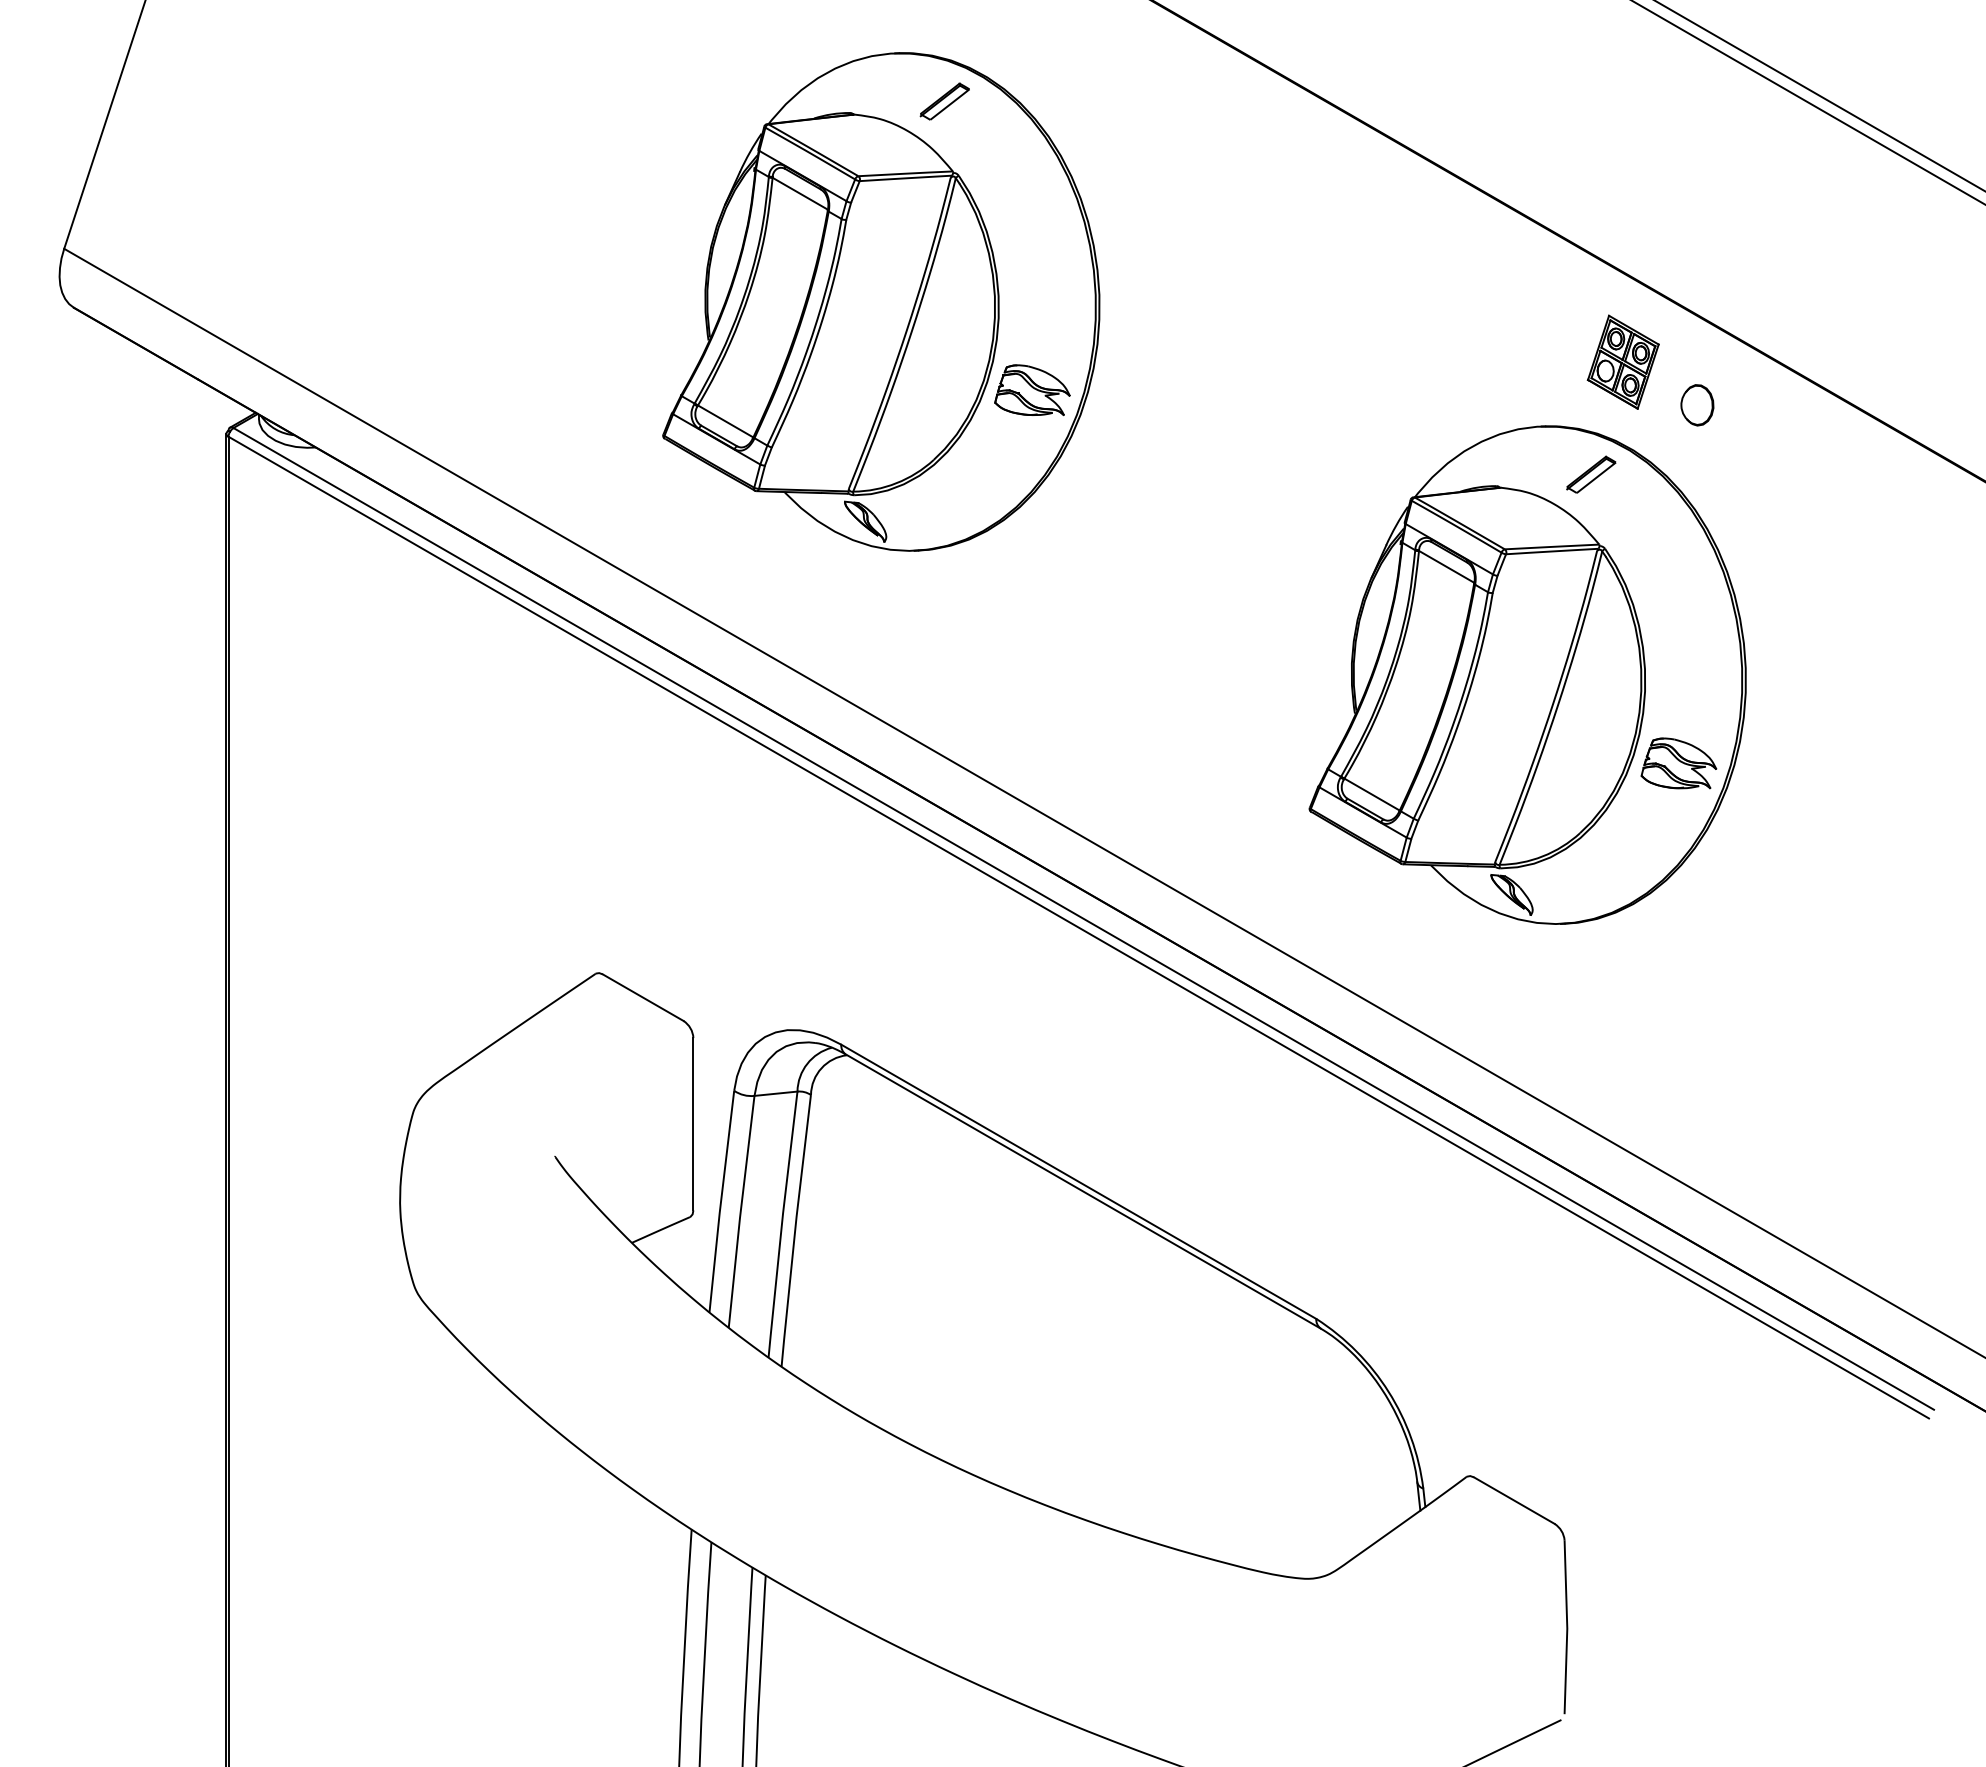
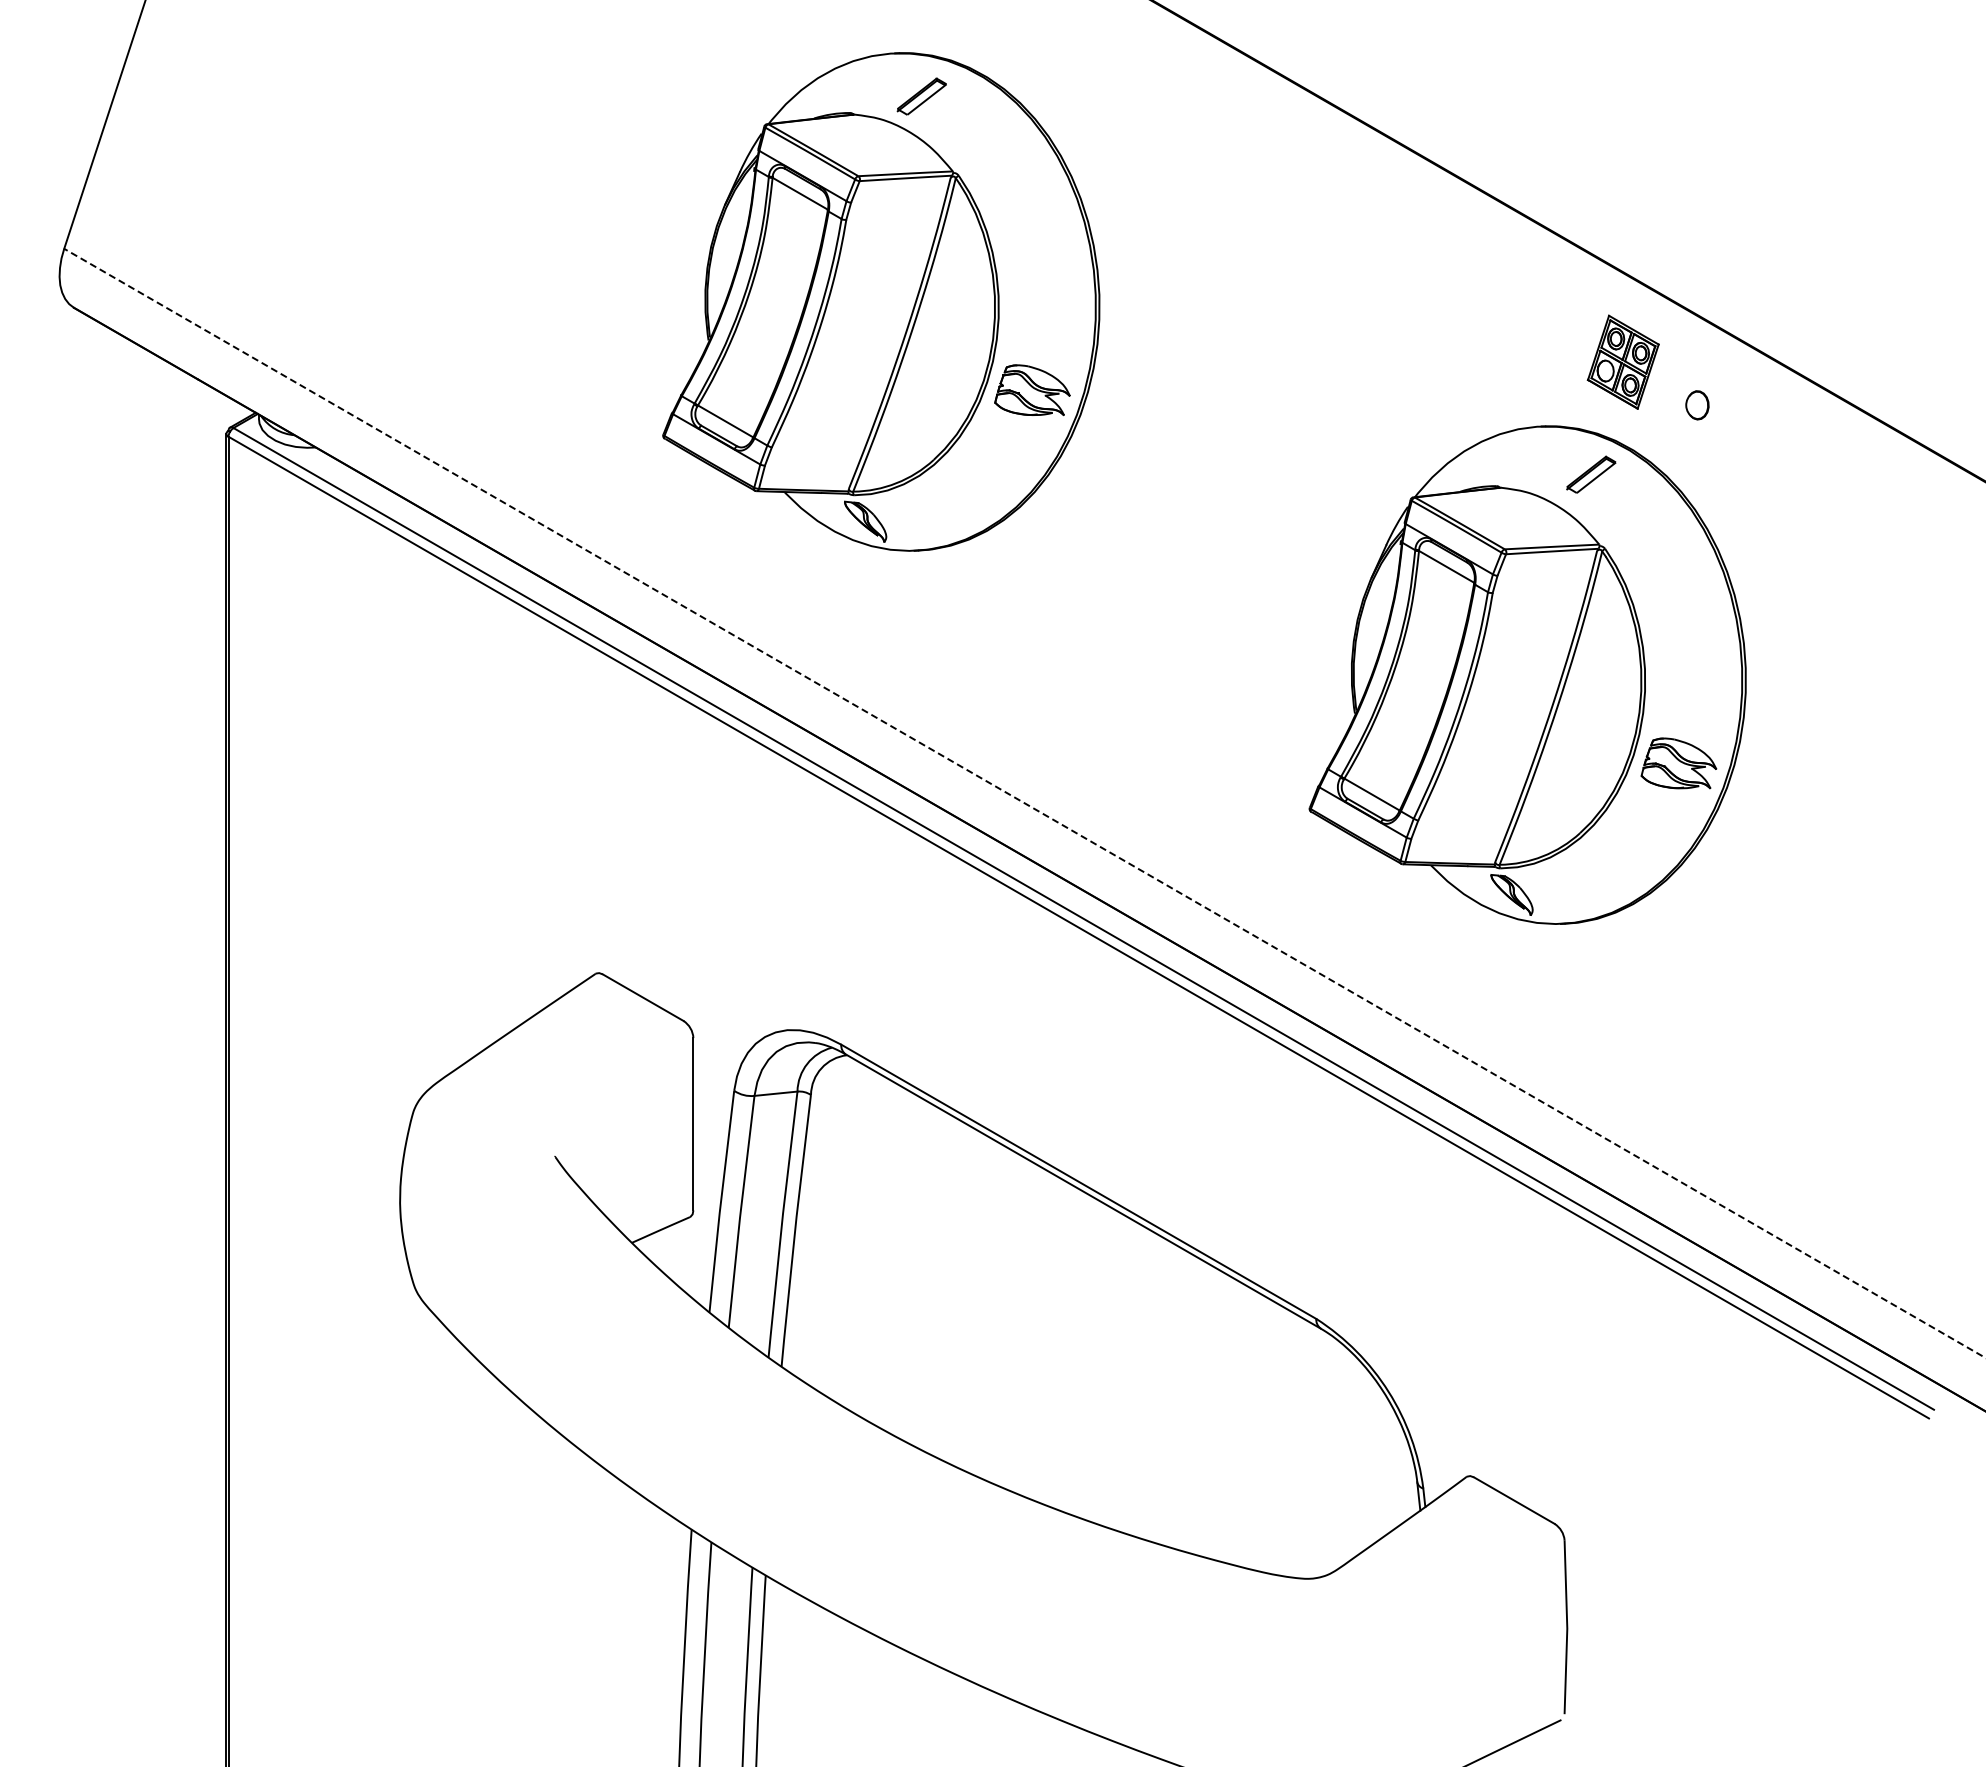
line at (1819, 95): present -> none
part at (944, 101) position: (944, 101) -> (921, 96)
line at (1808, 102): present -> none
part at (1697, 405) size: 35x43 px -> 25x31 px
line at (1024, 803): solid -> dashed
